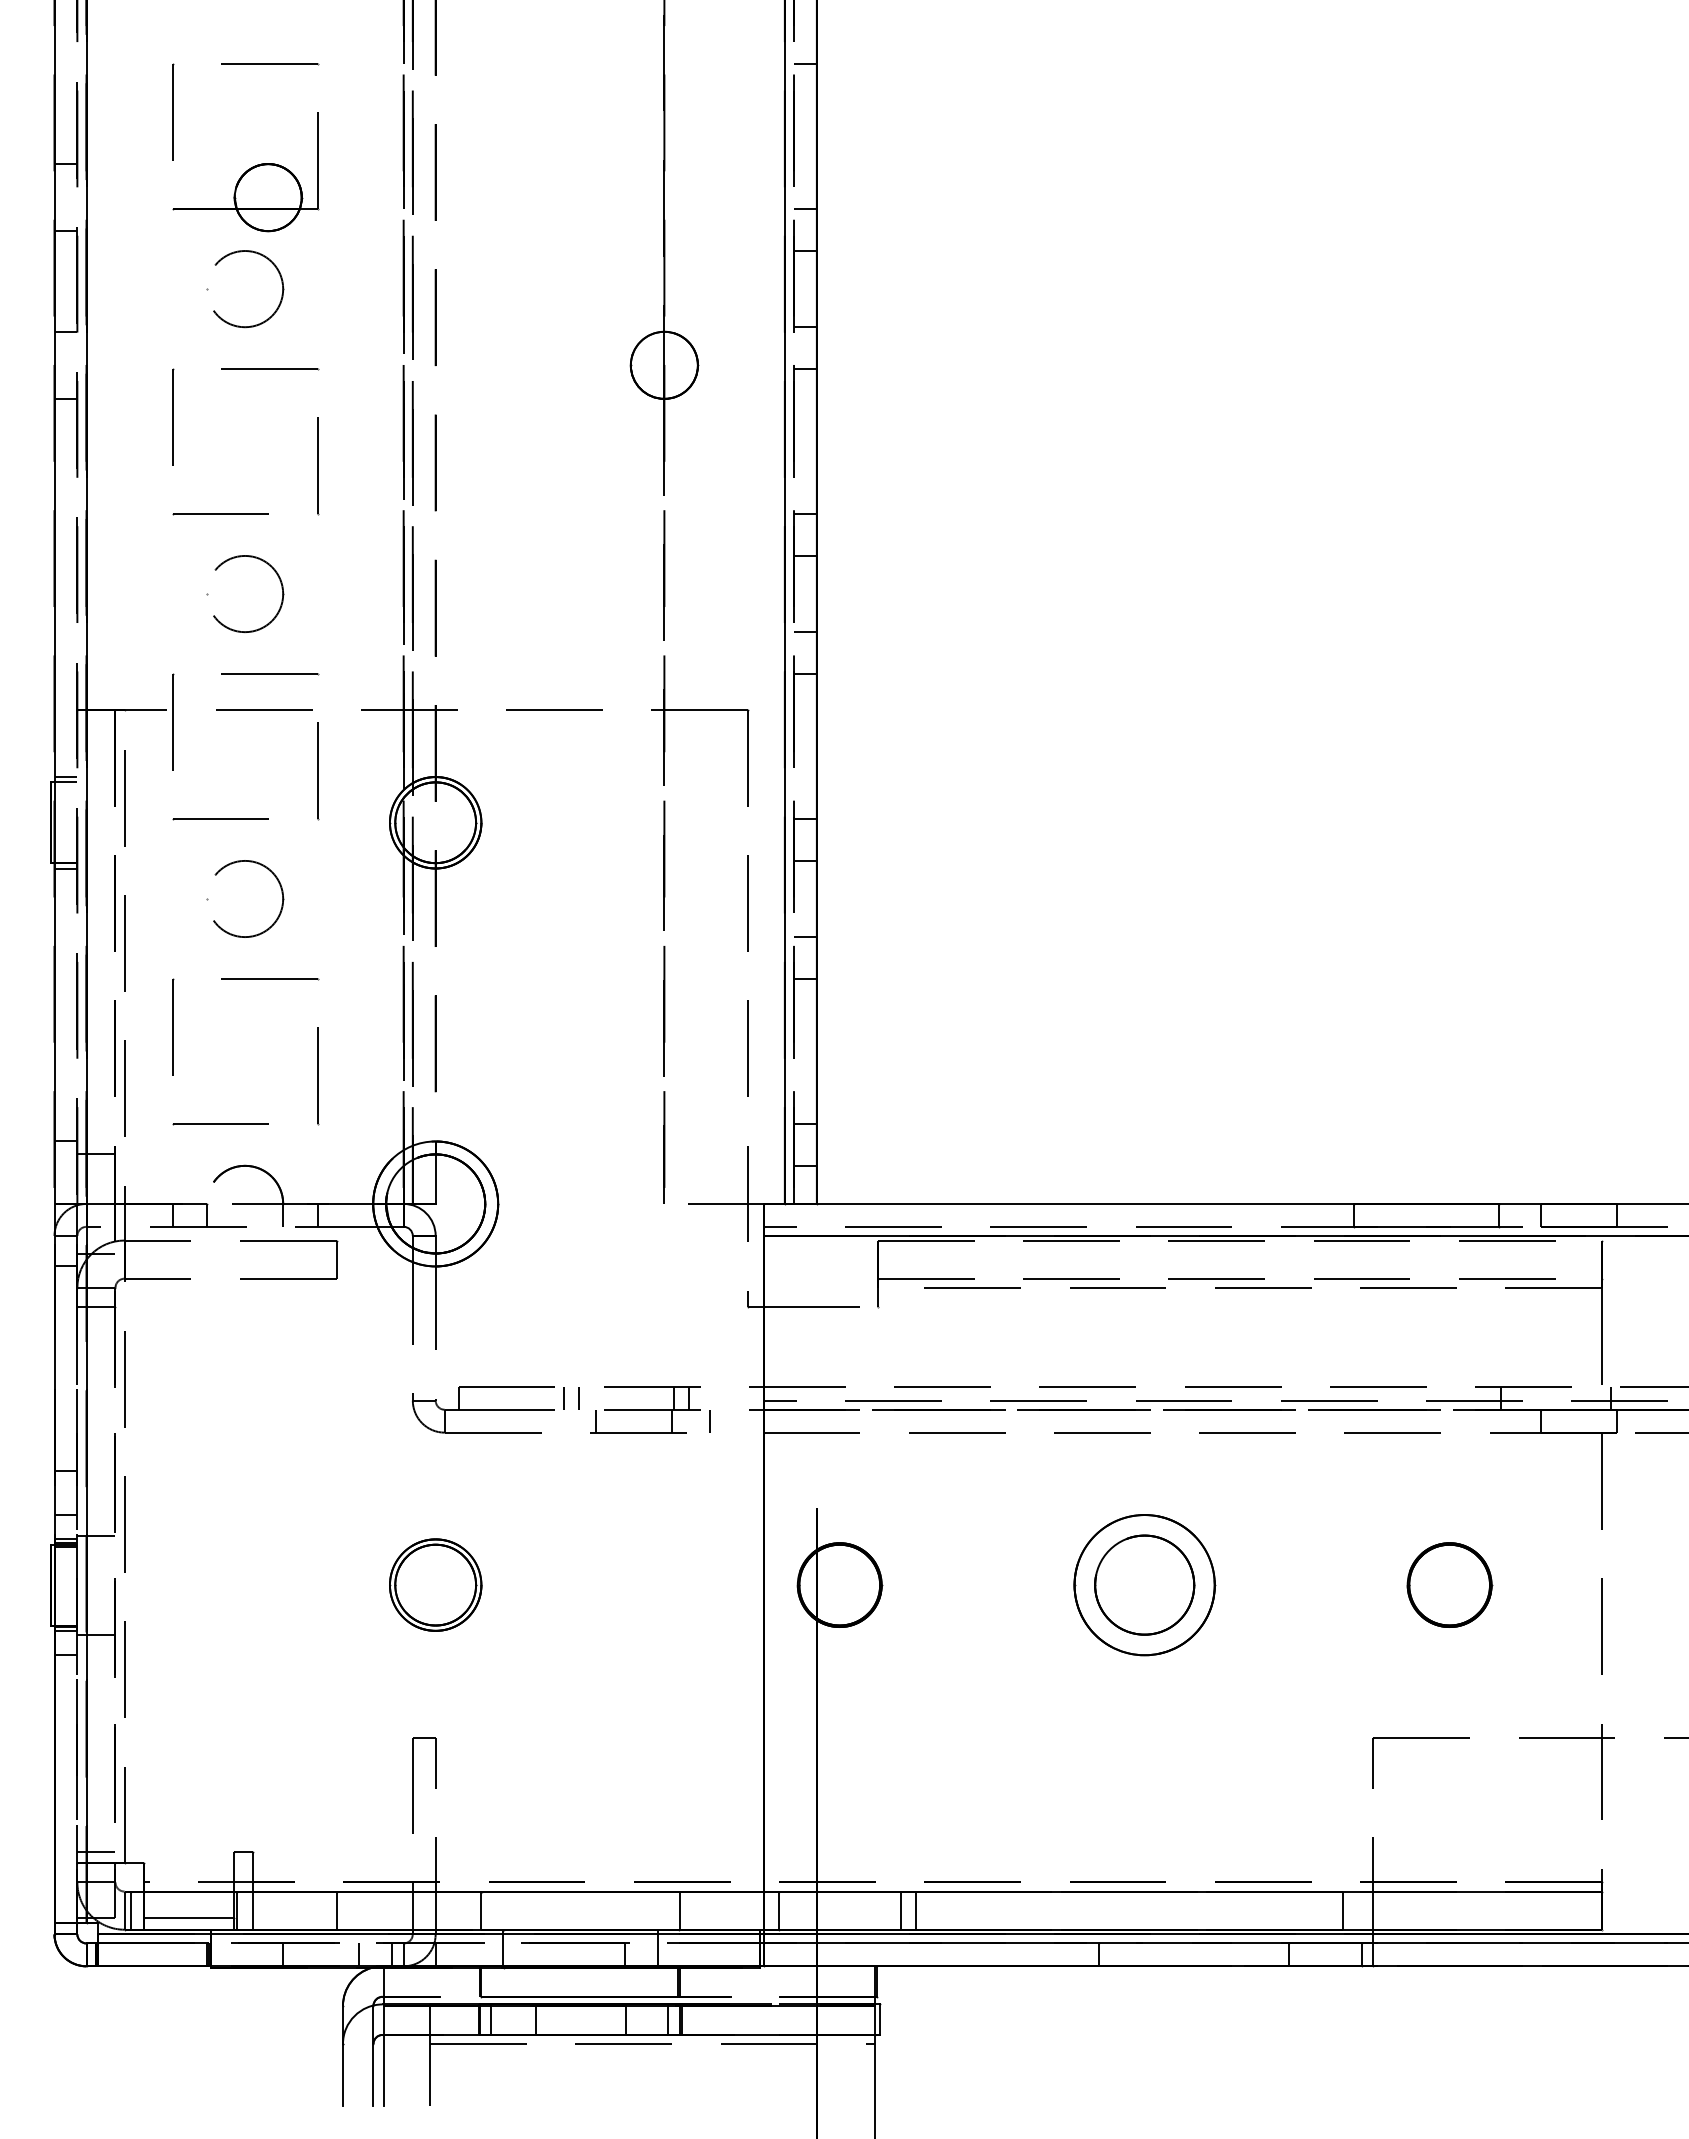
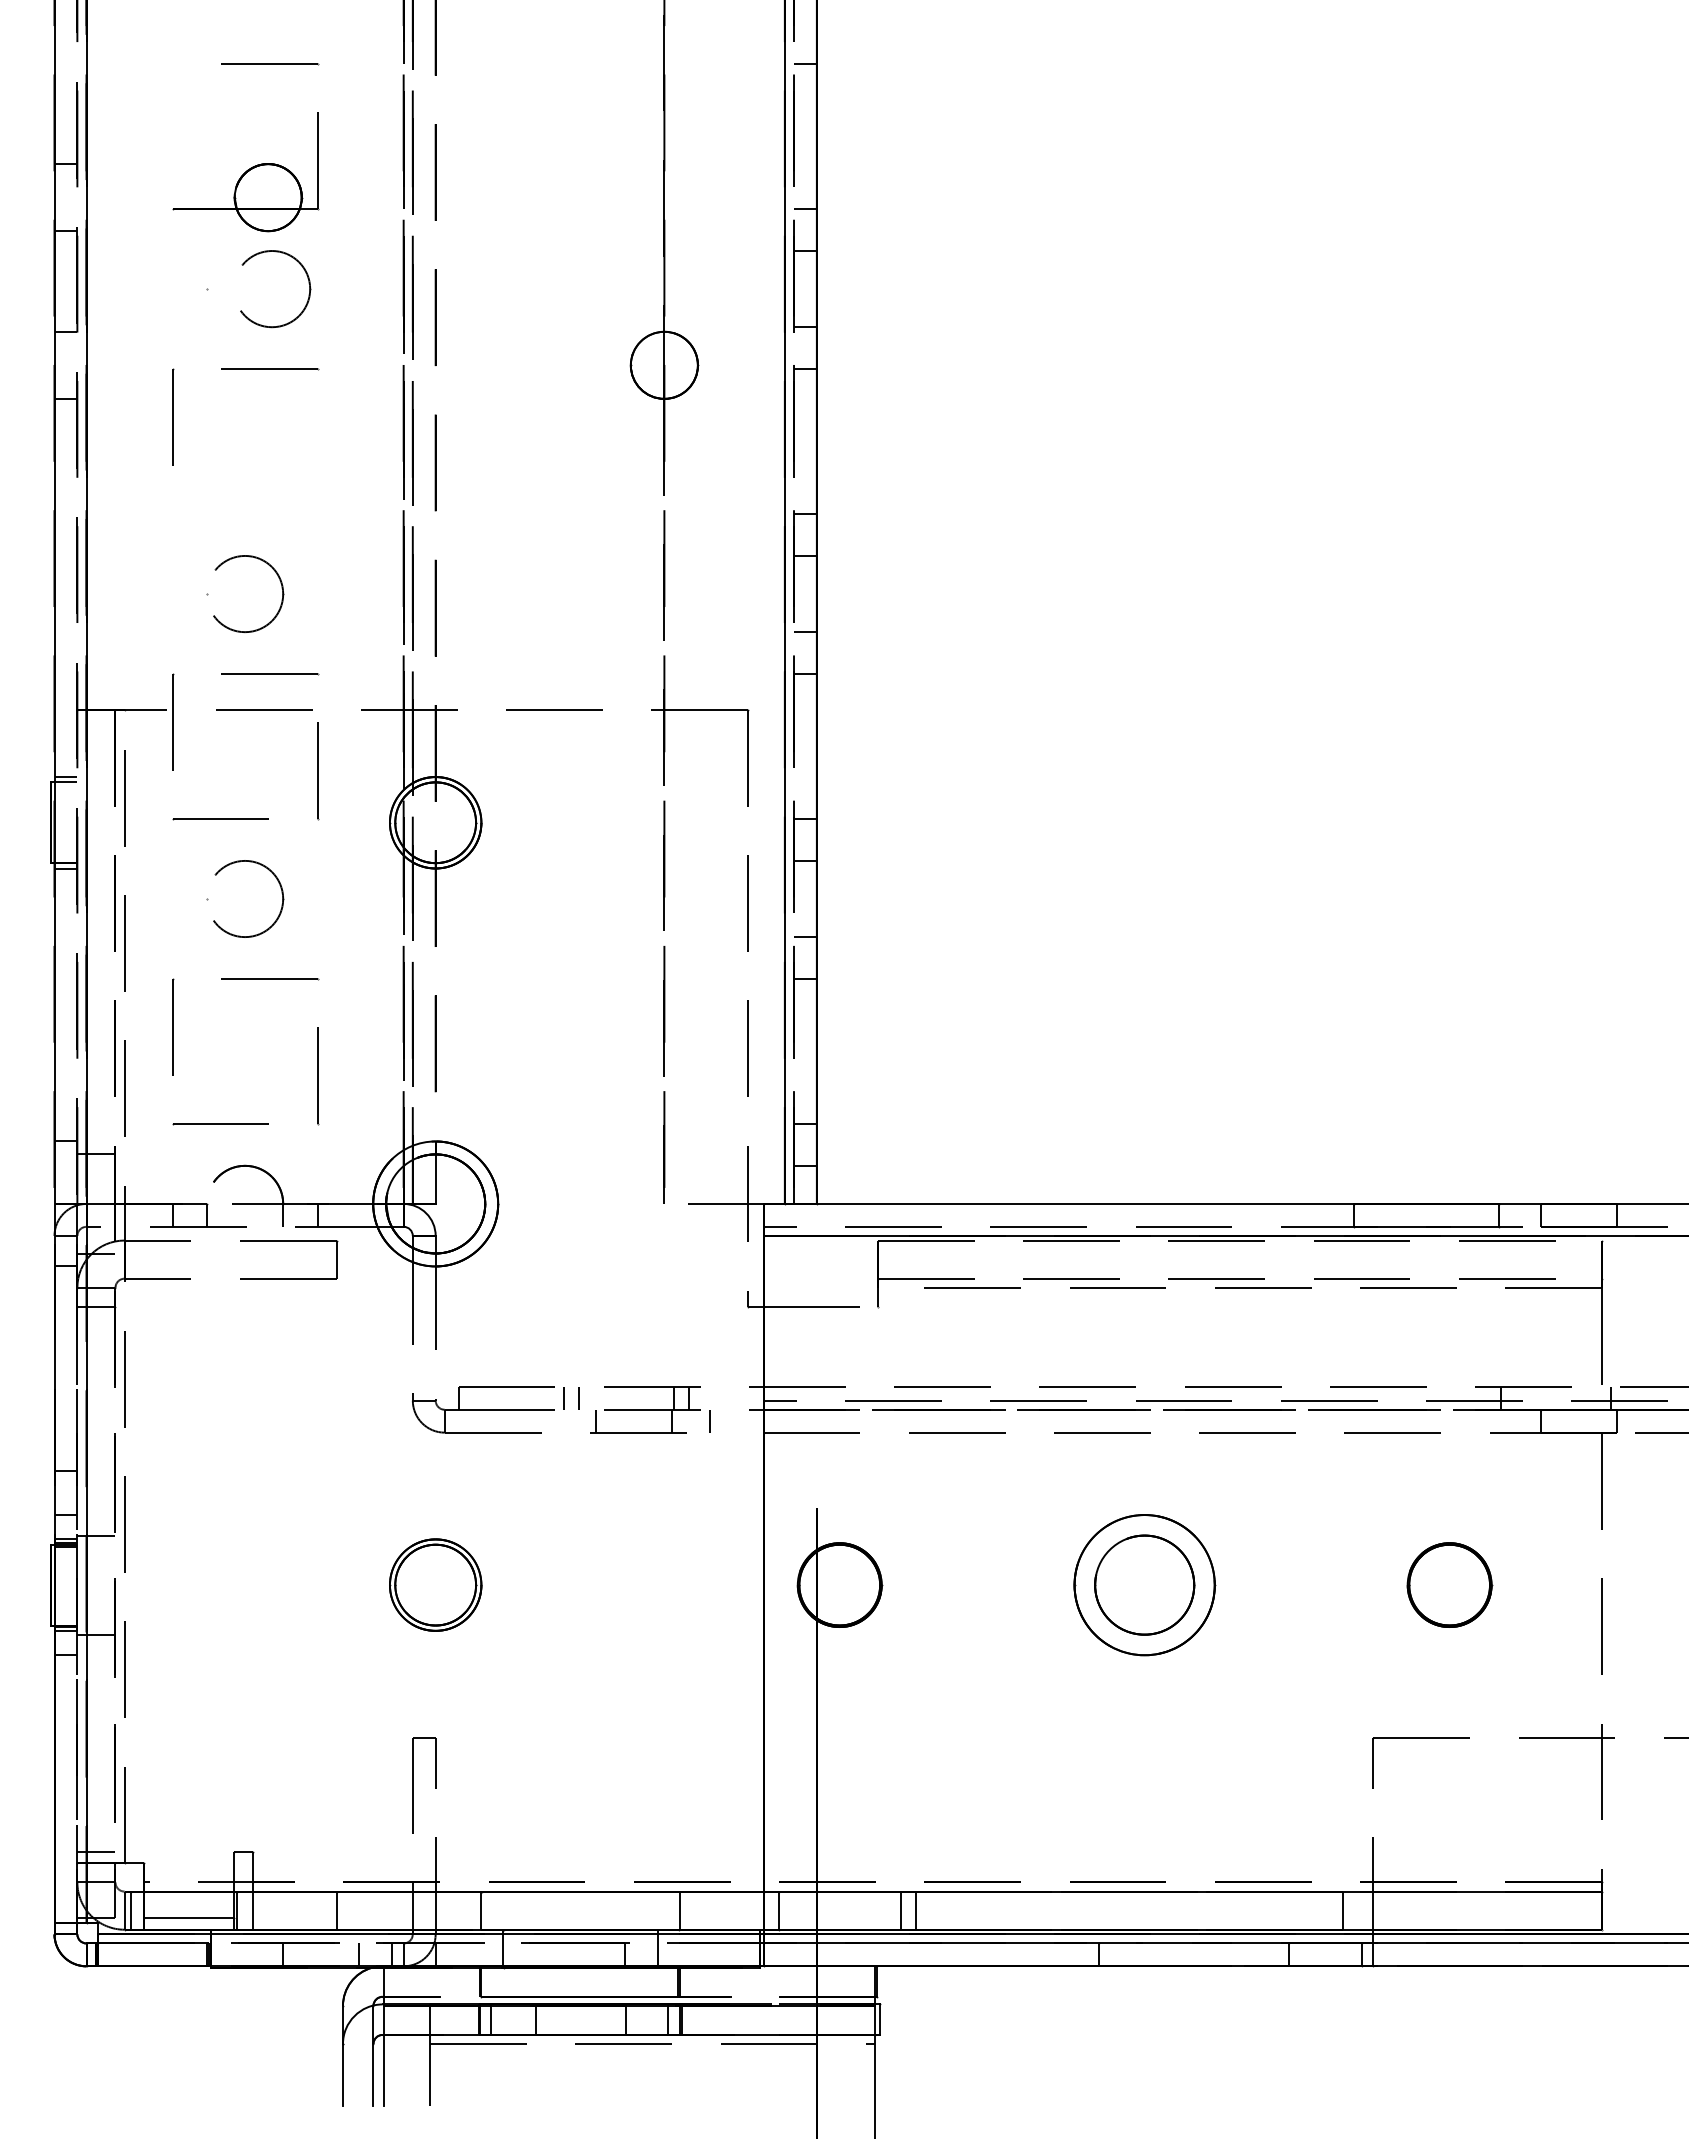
line at (173, 111): present -> none
part at (281, 294) position: (281, 294) -> (308, 294)
line at (318, 466): present -> none
line at (220, 514): present -> none
